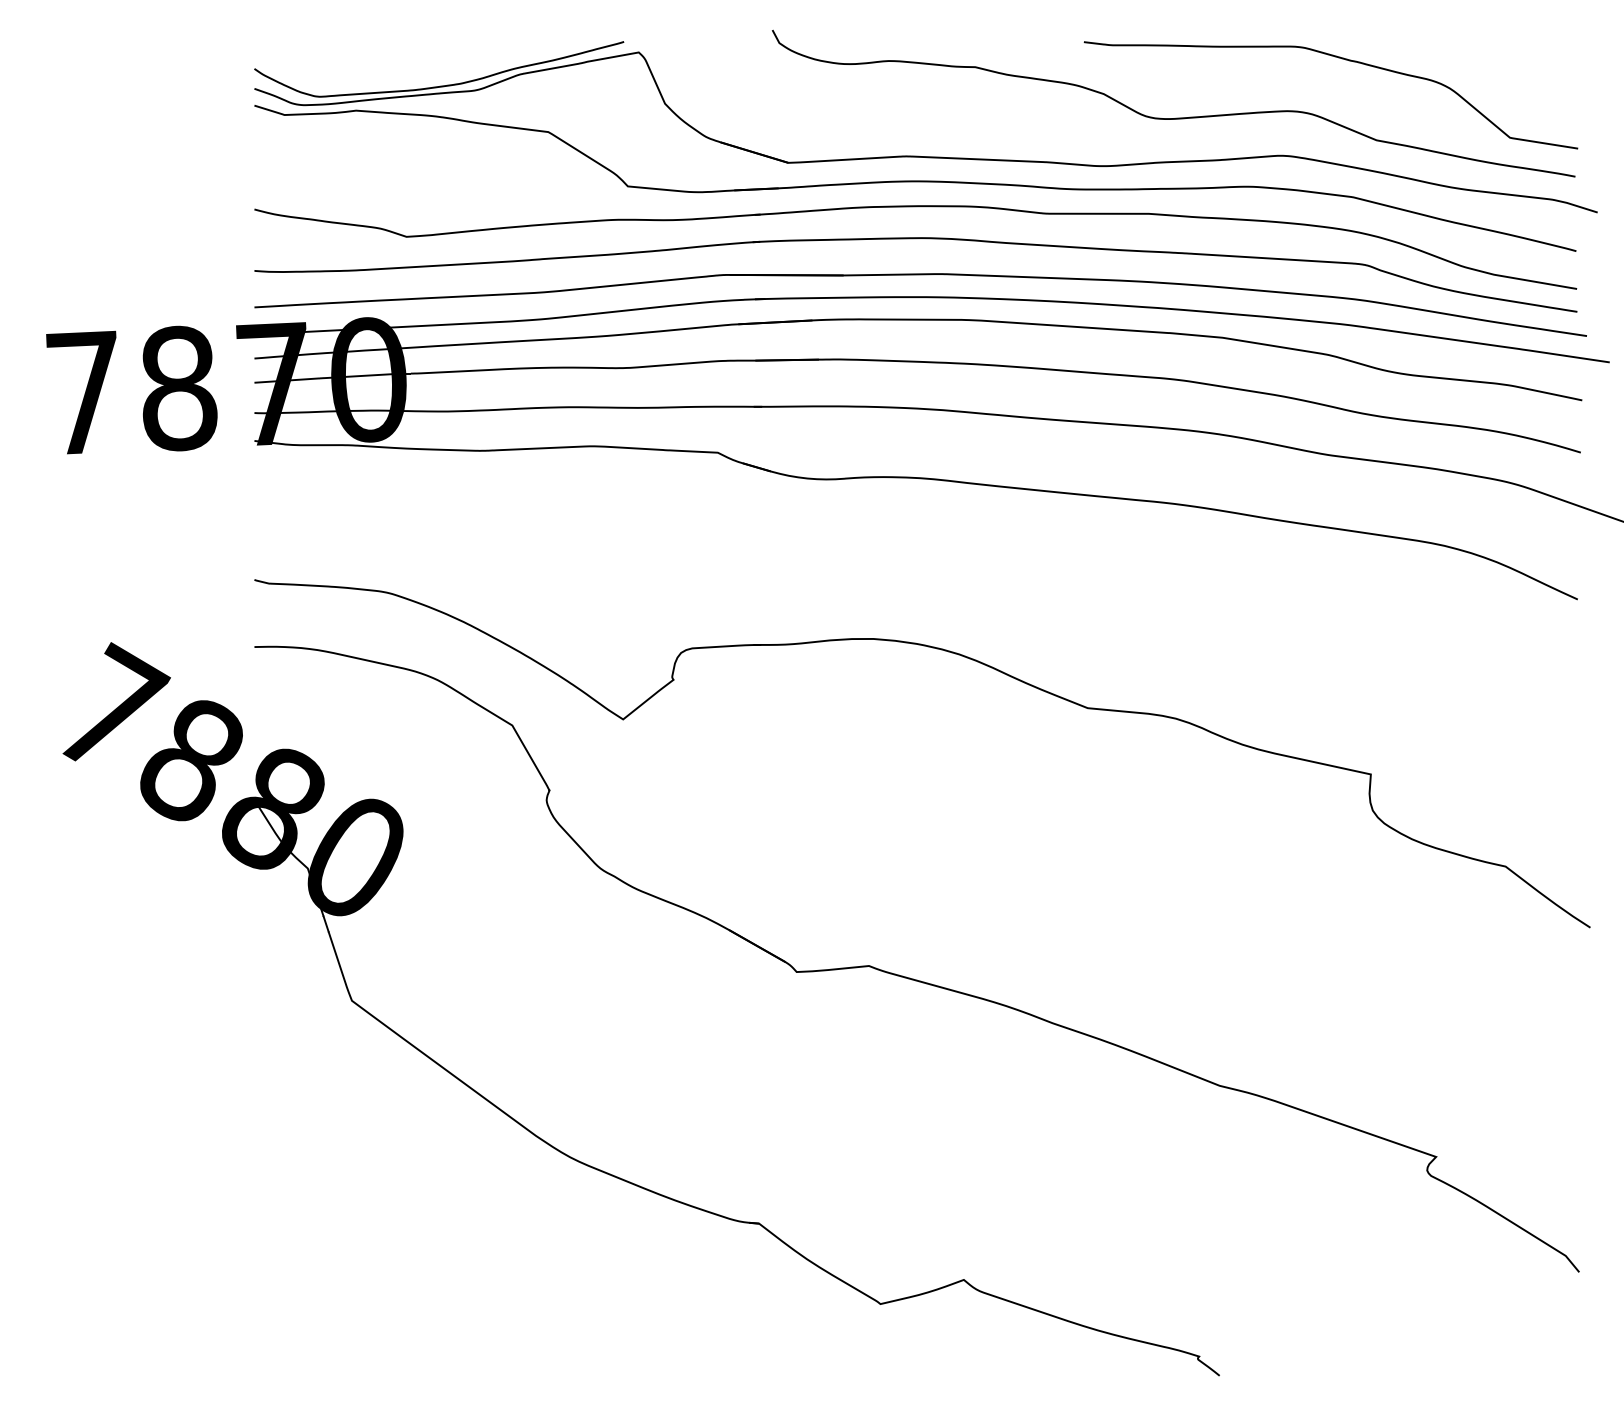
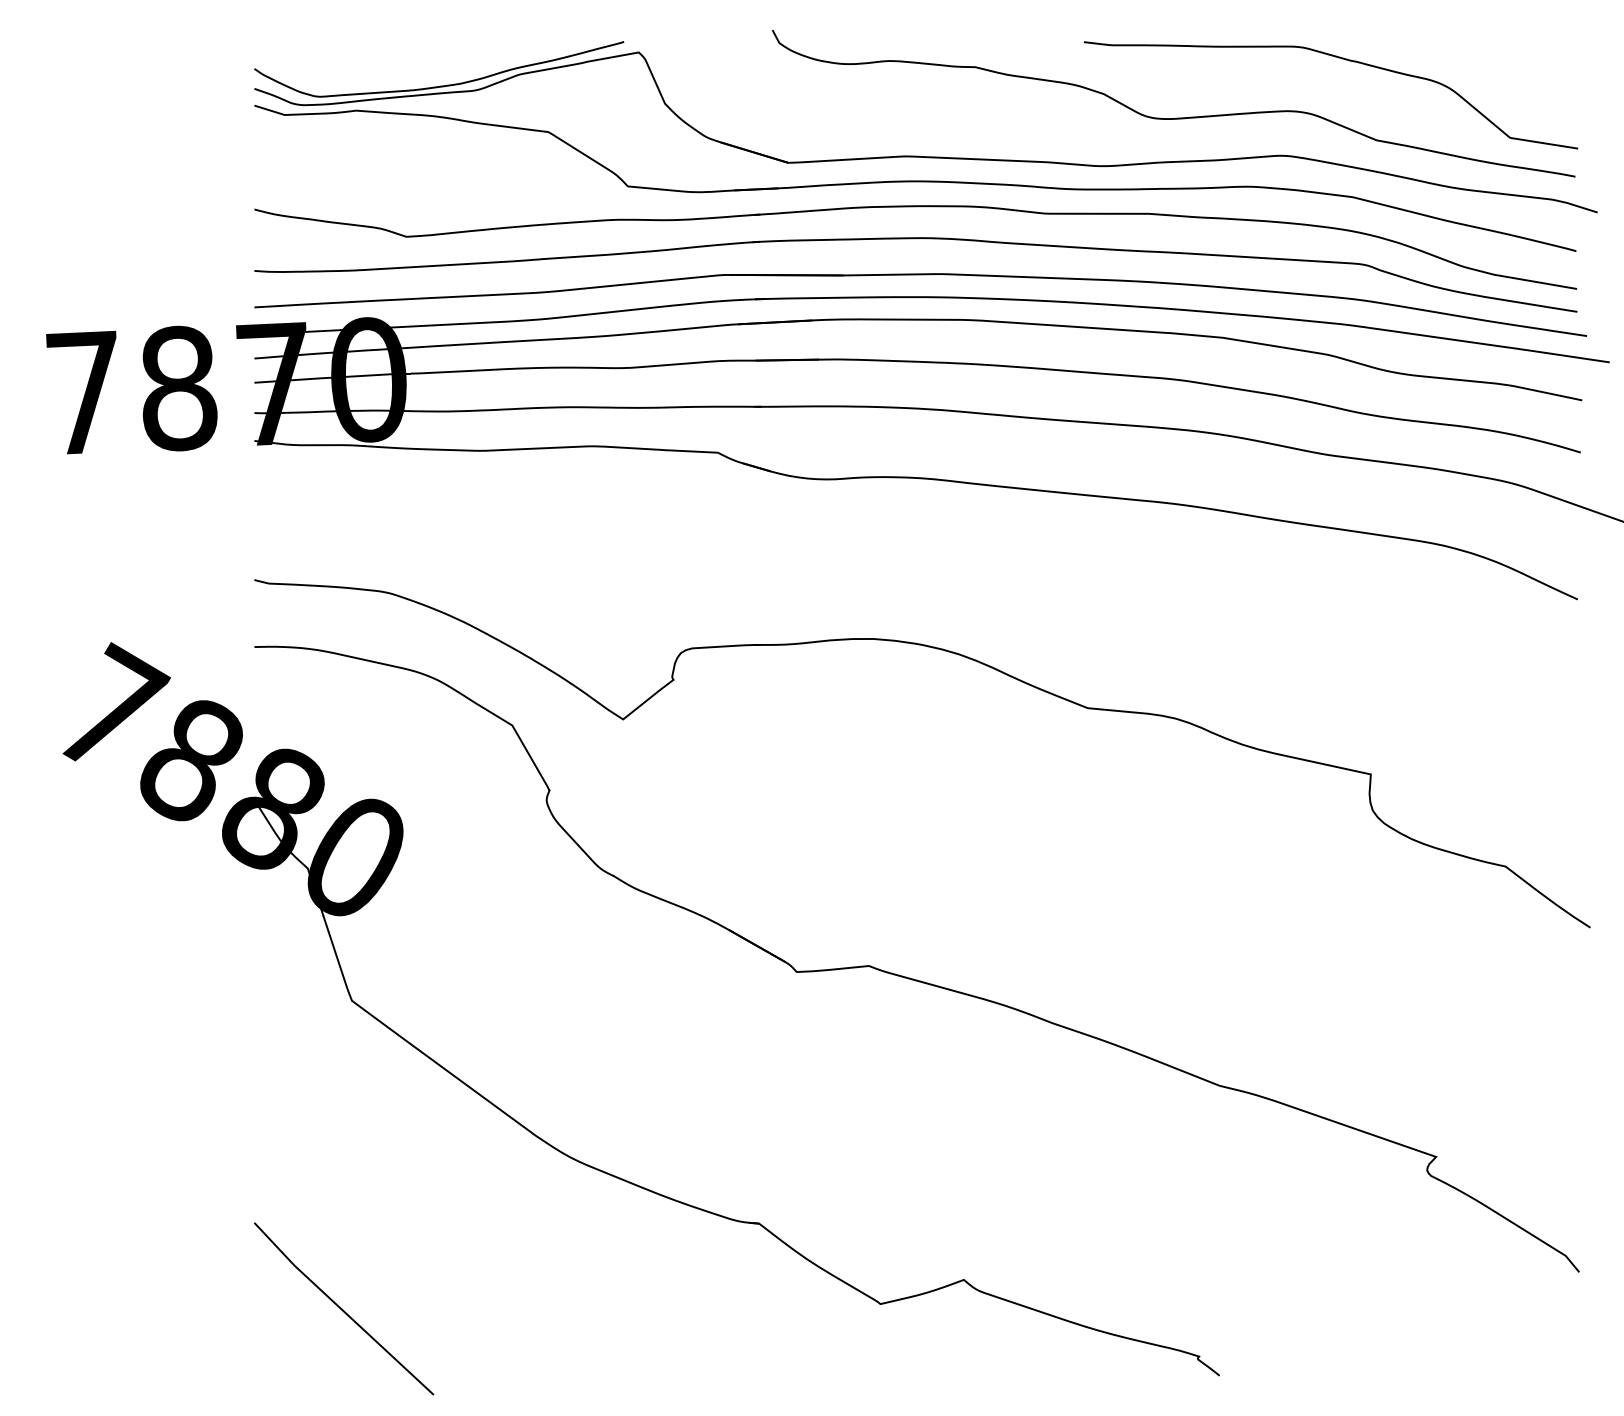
curve at (343, 1309): none -> present
